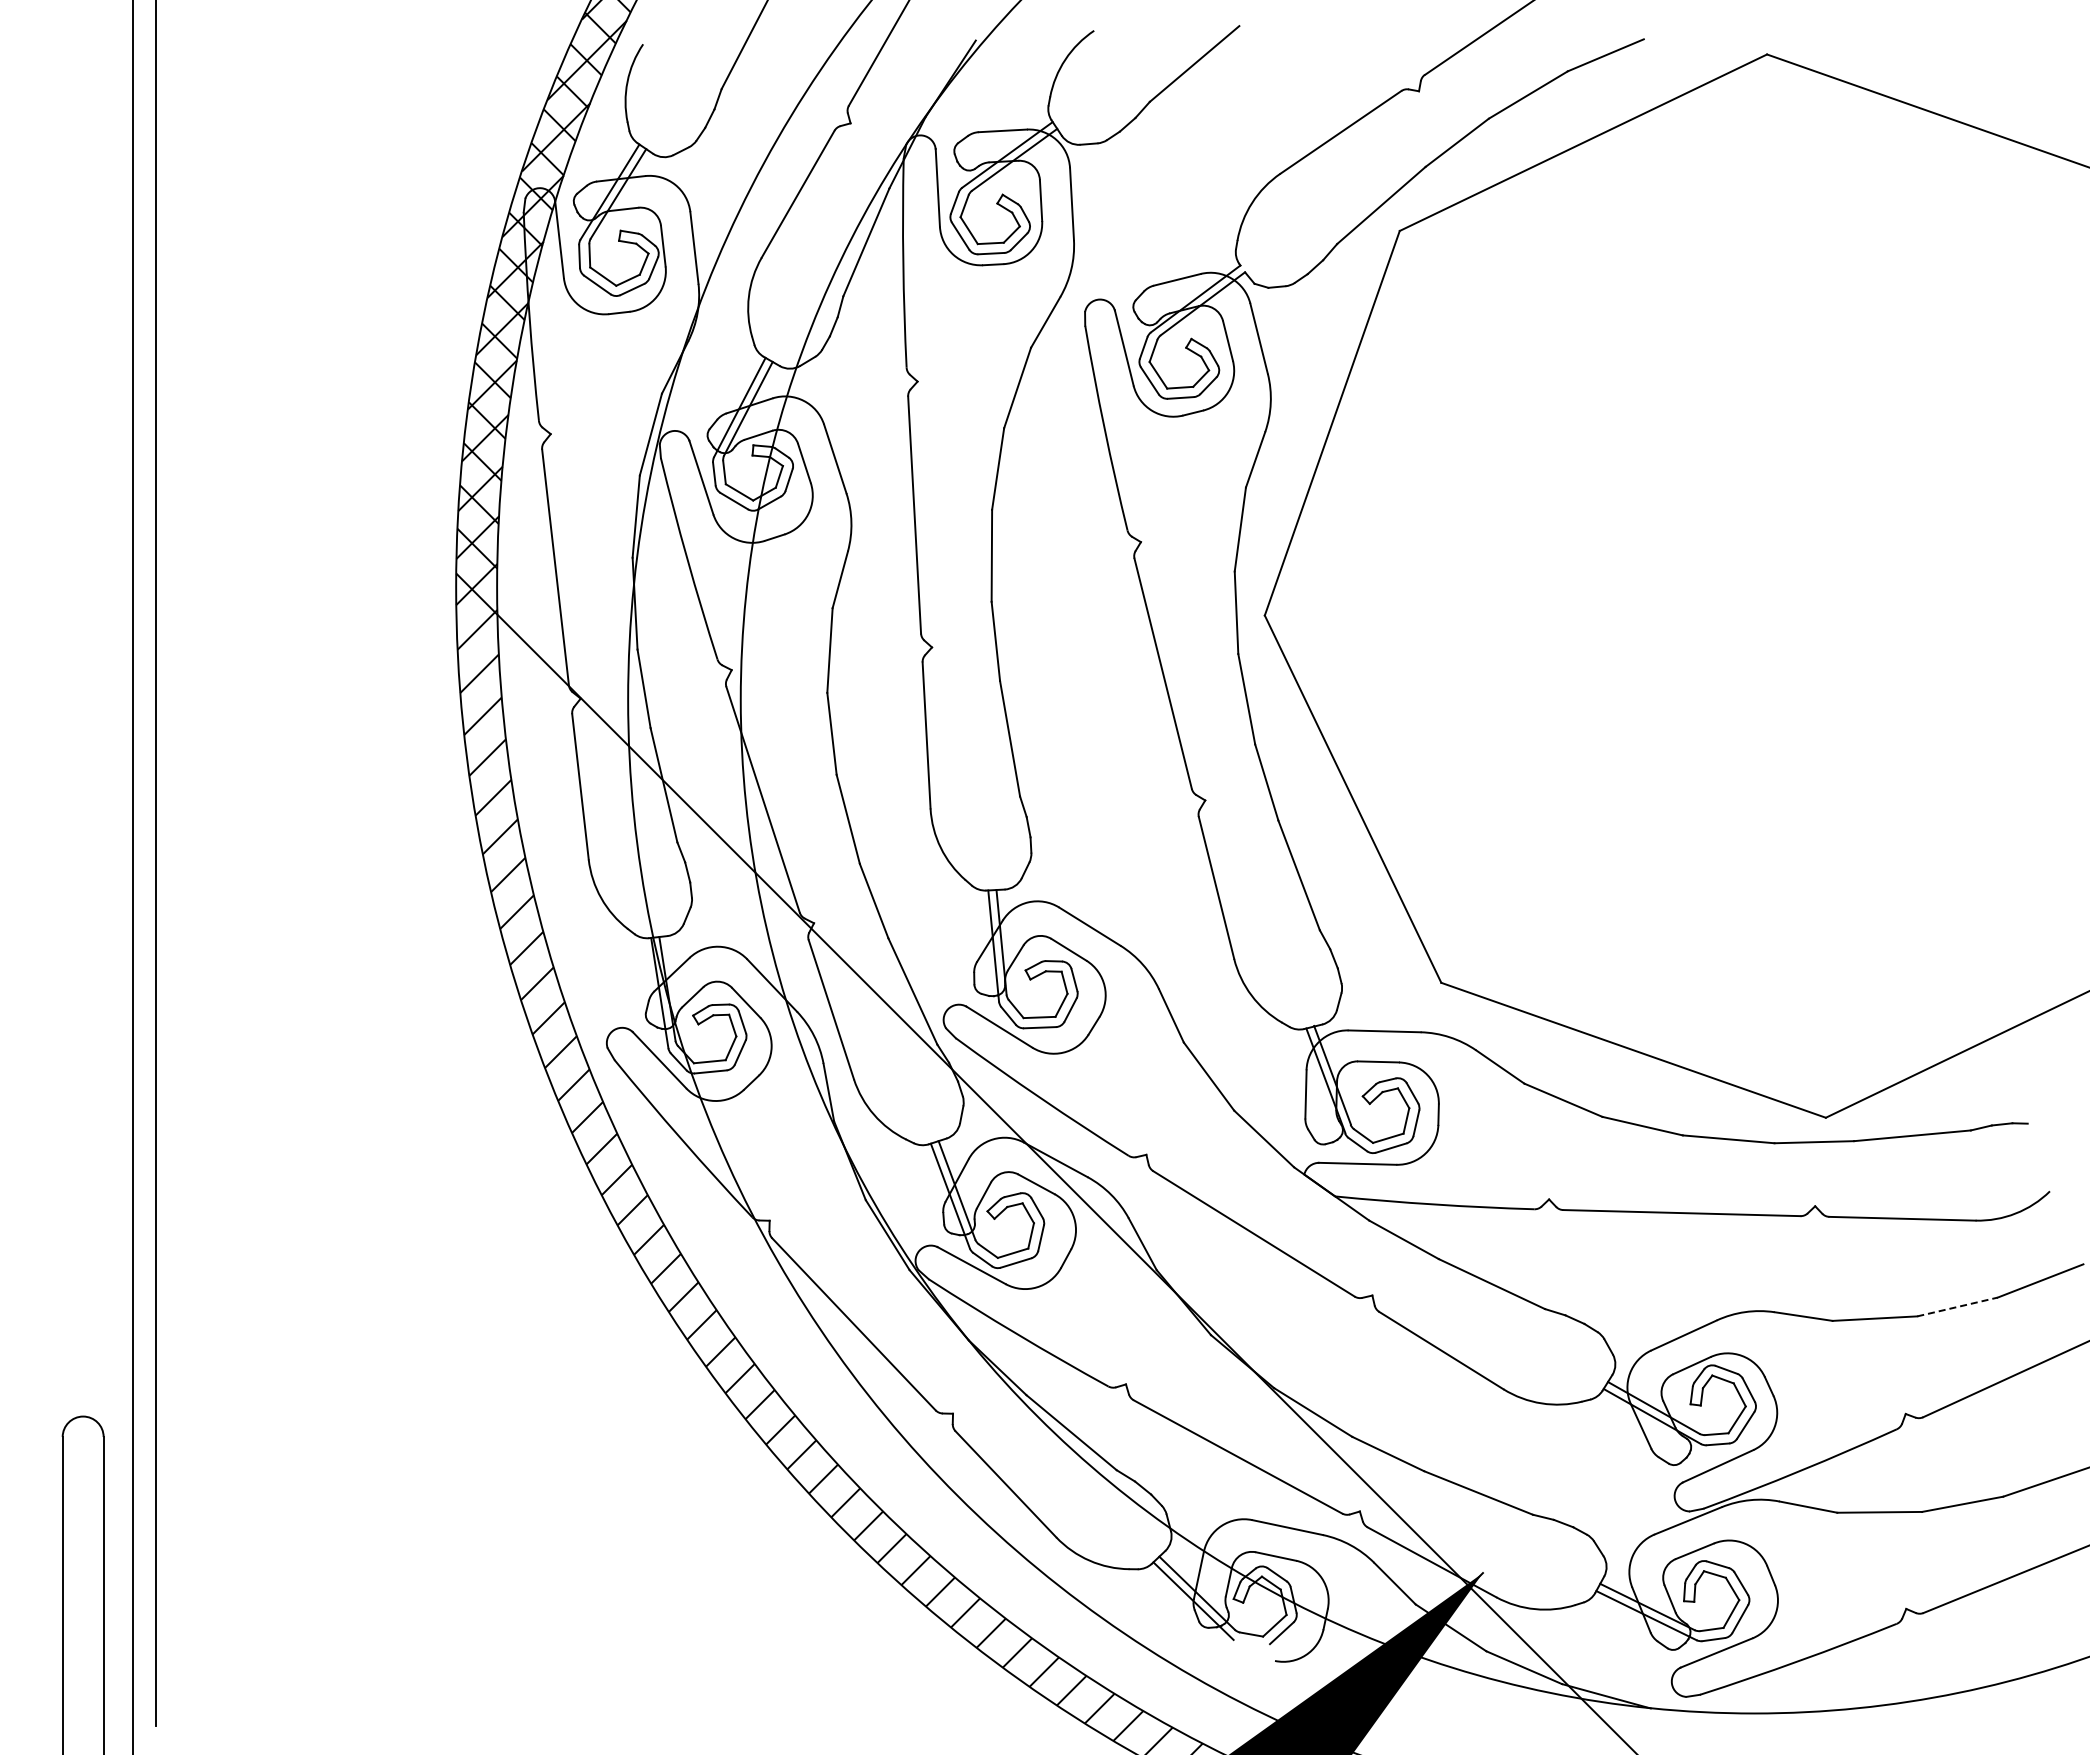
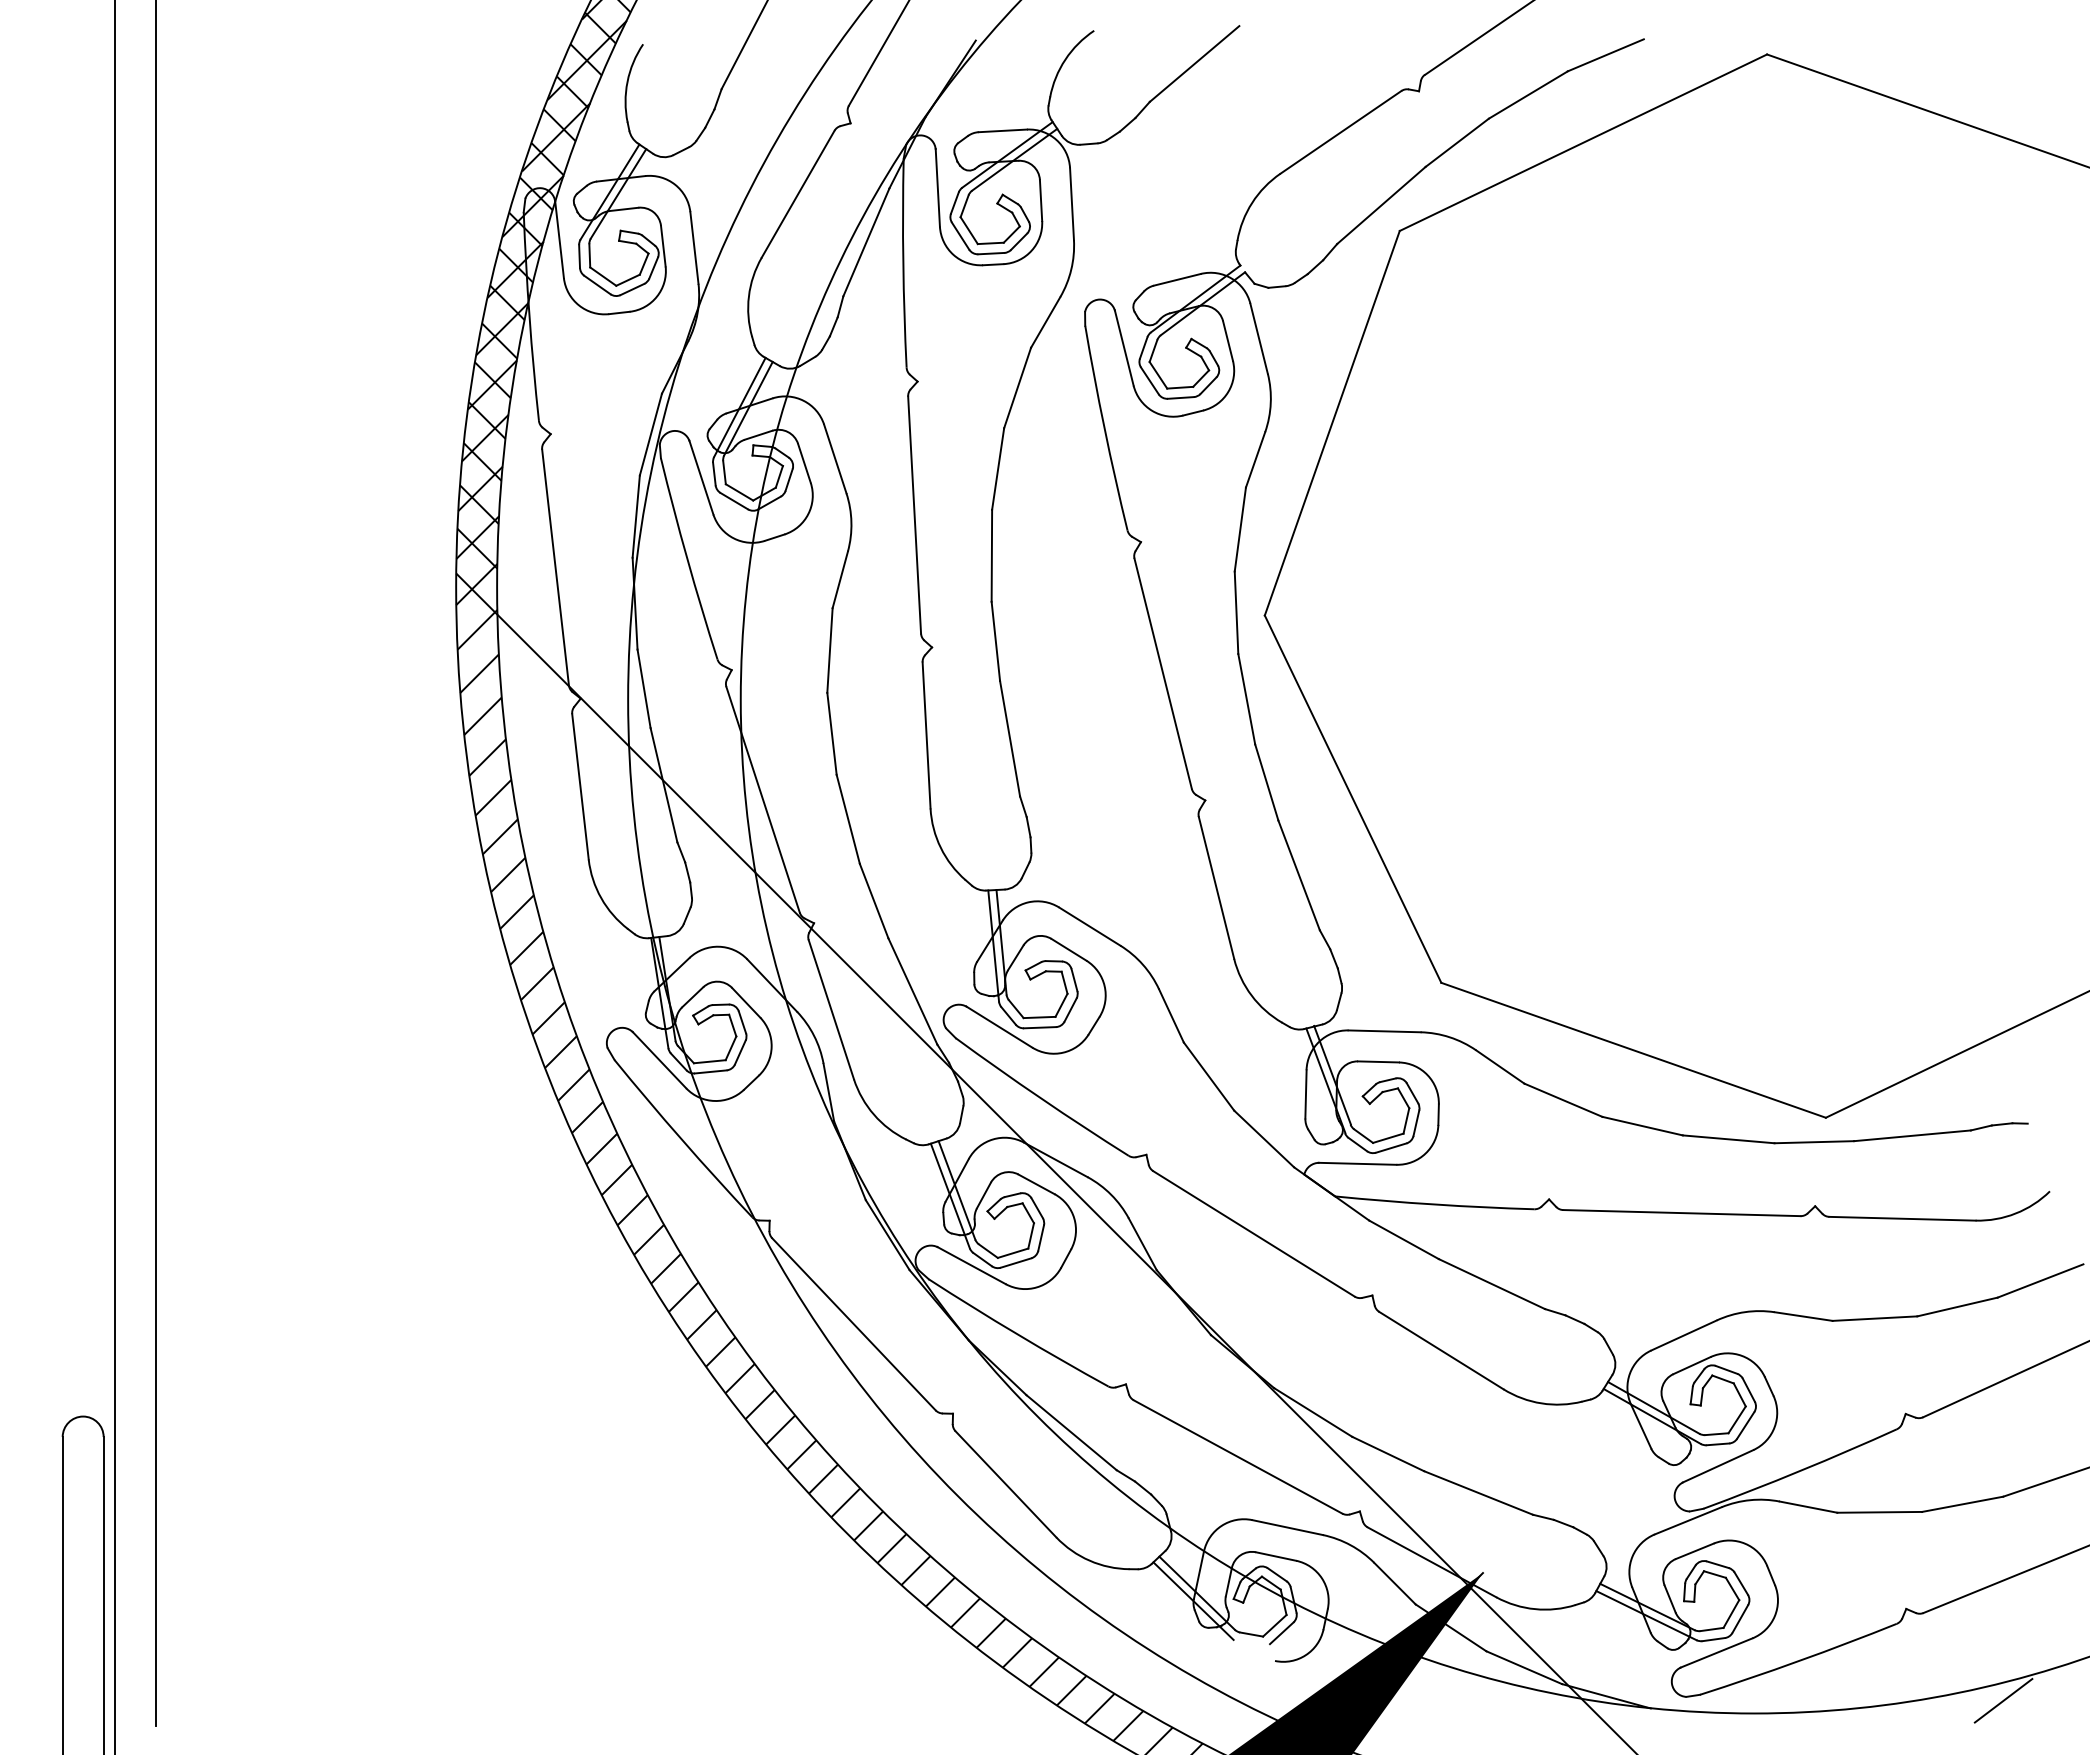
line at (133, 876) position: (133, 876) -> (115, 876)
line at (1957, 1306): dashed -> solid
line at (2003, 1700): none -> present
